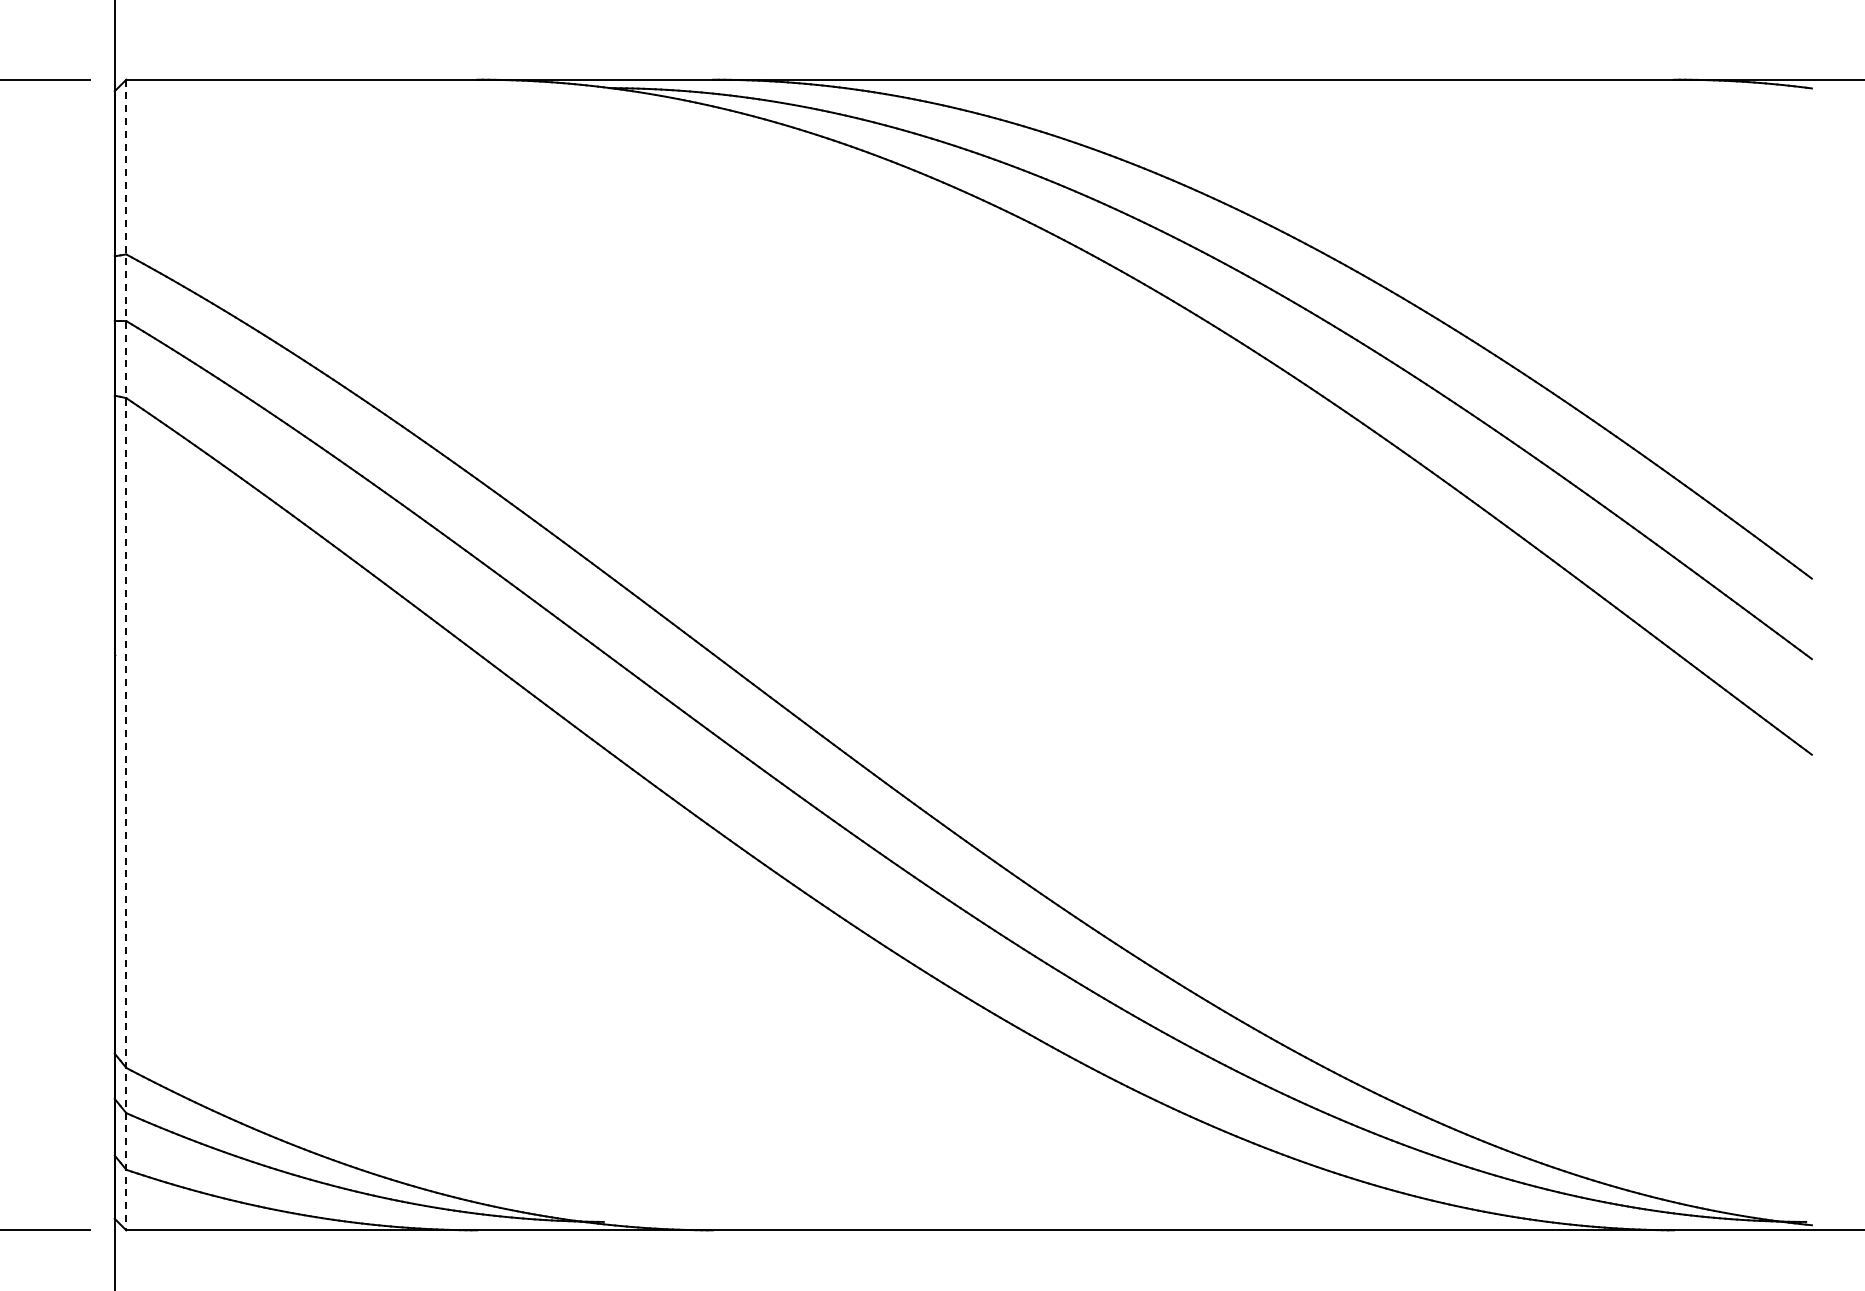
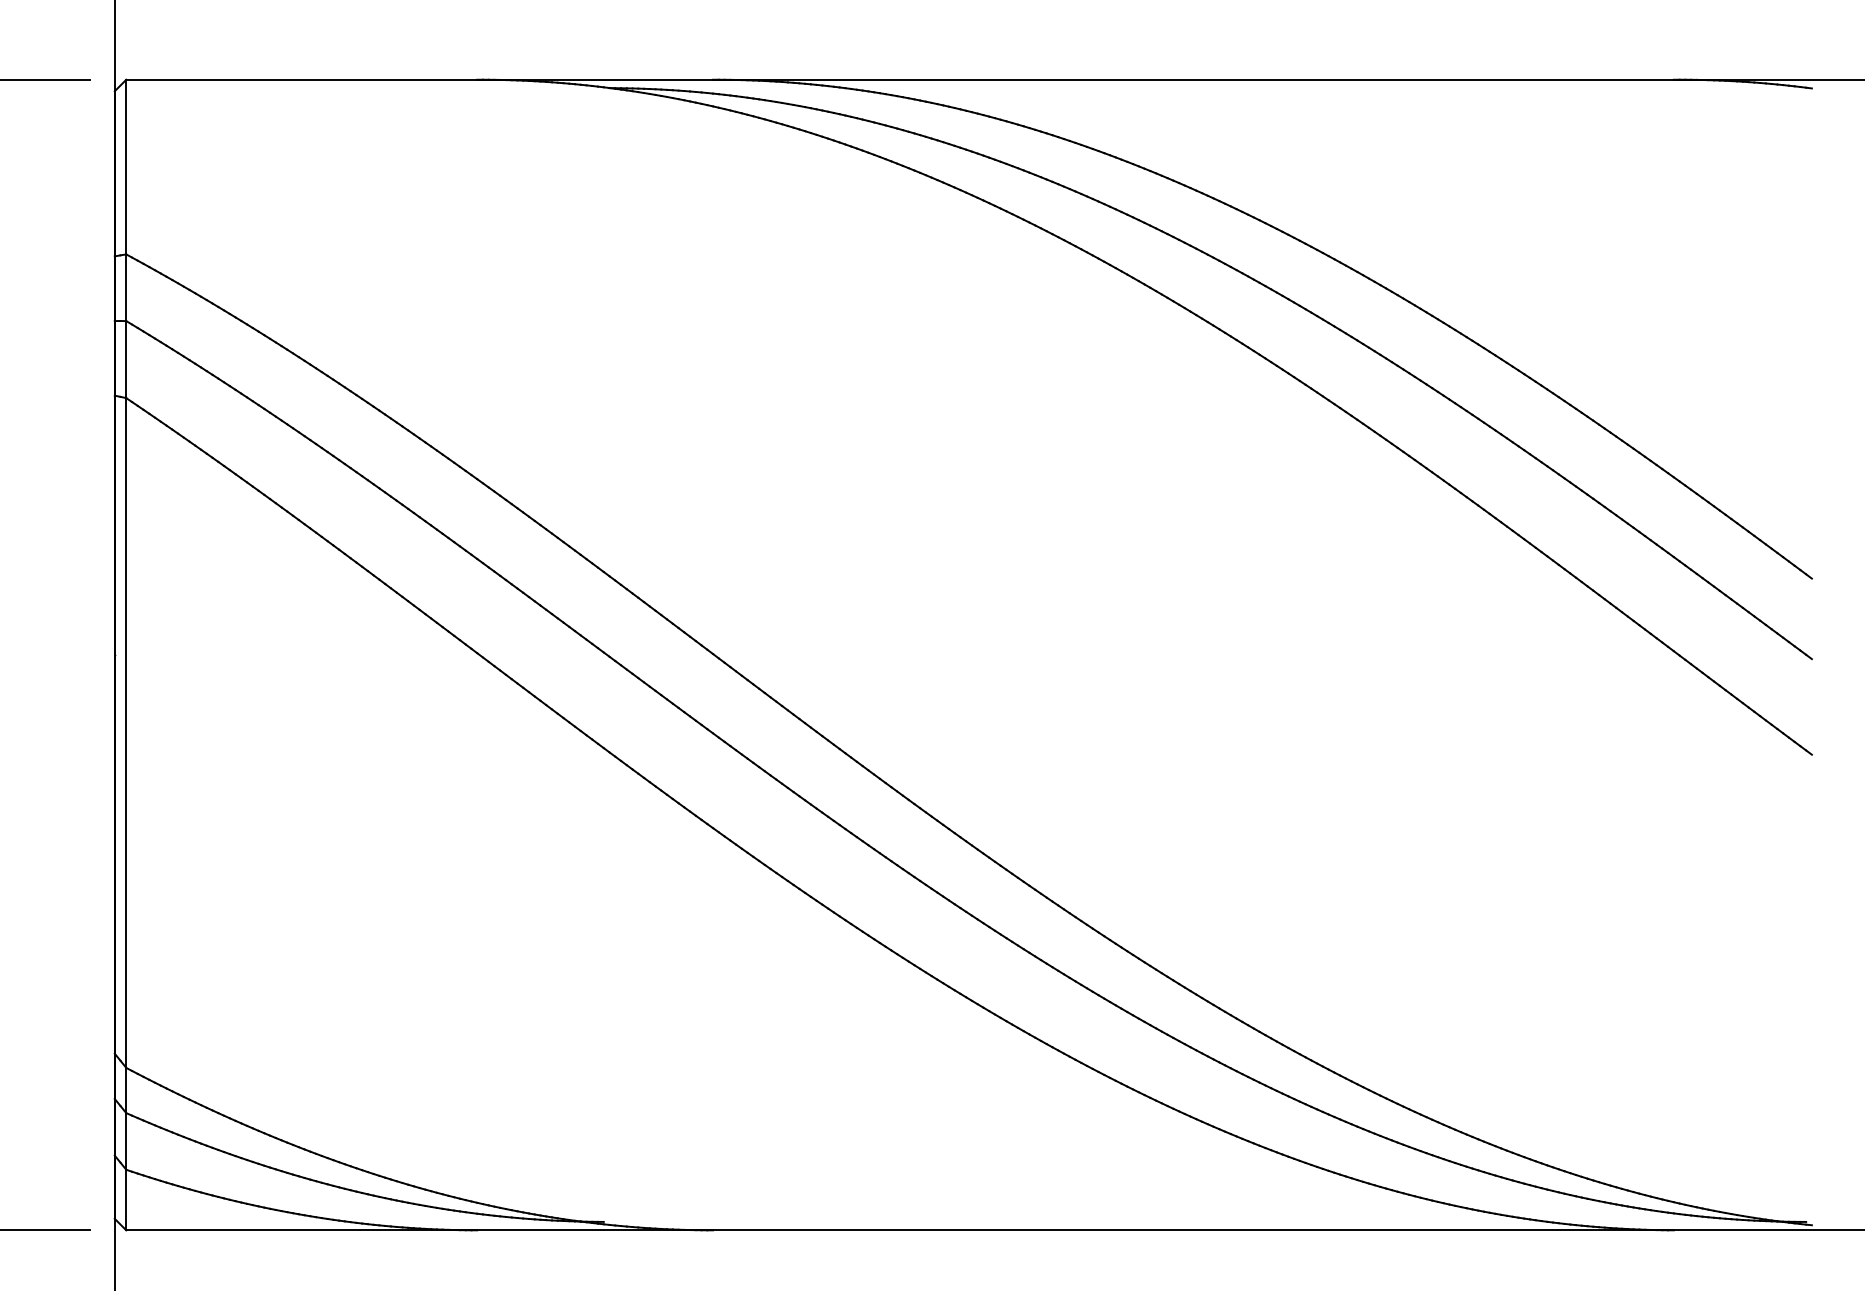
line at (126, 655): dashed -> solid
